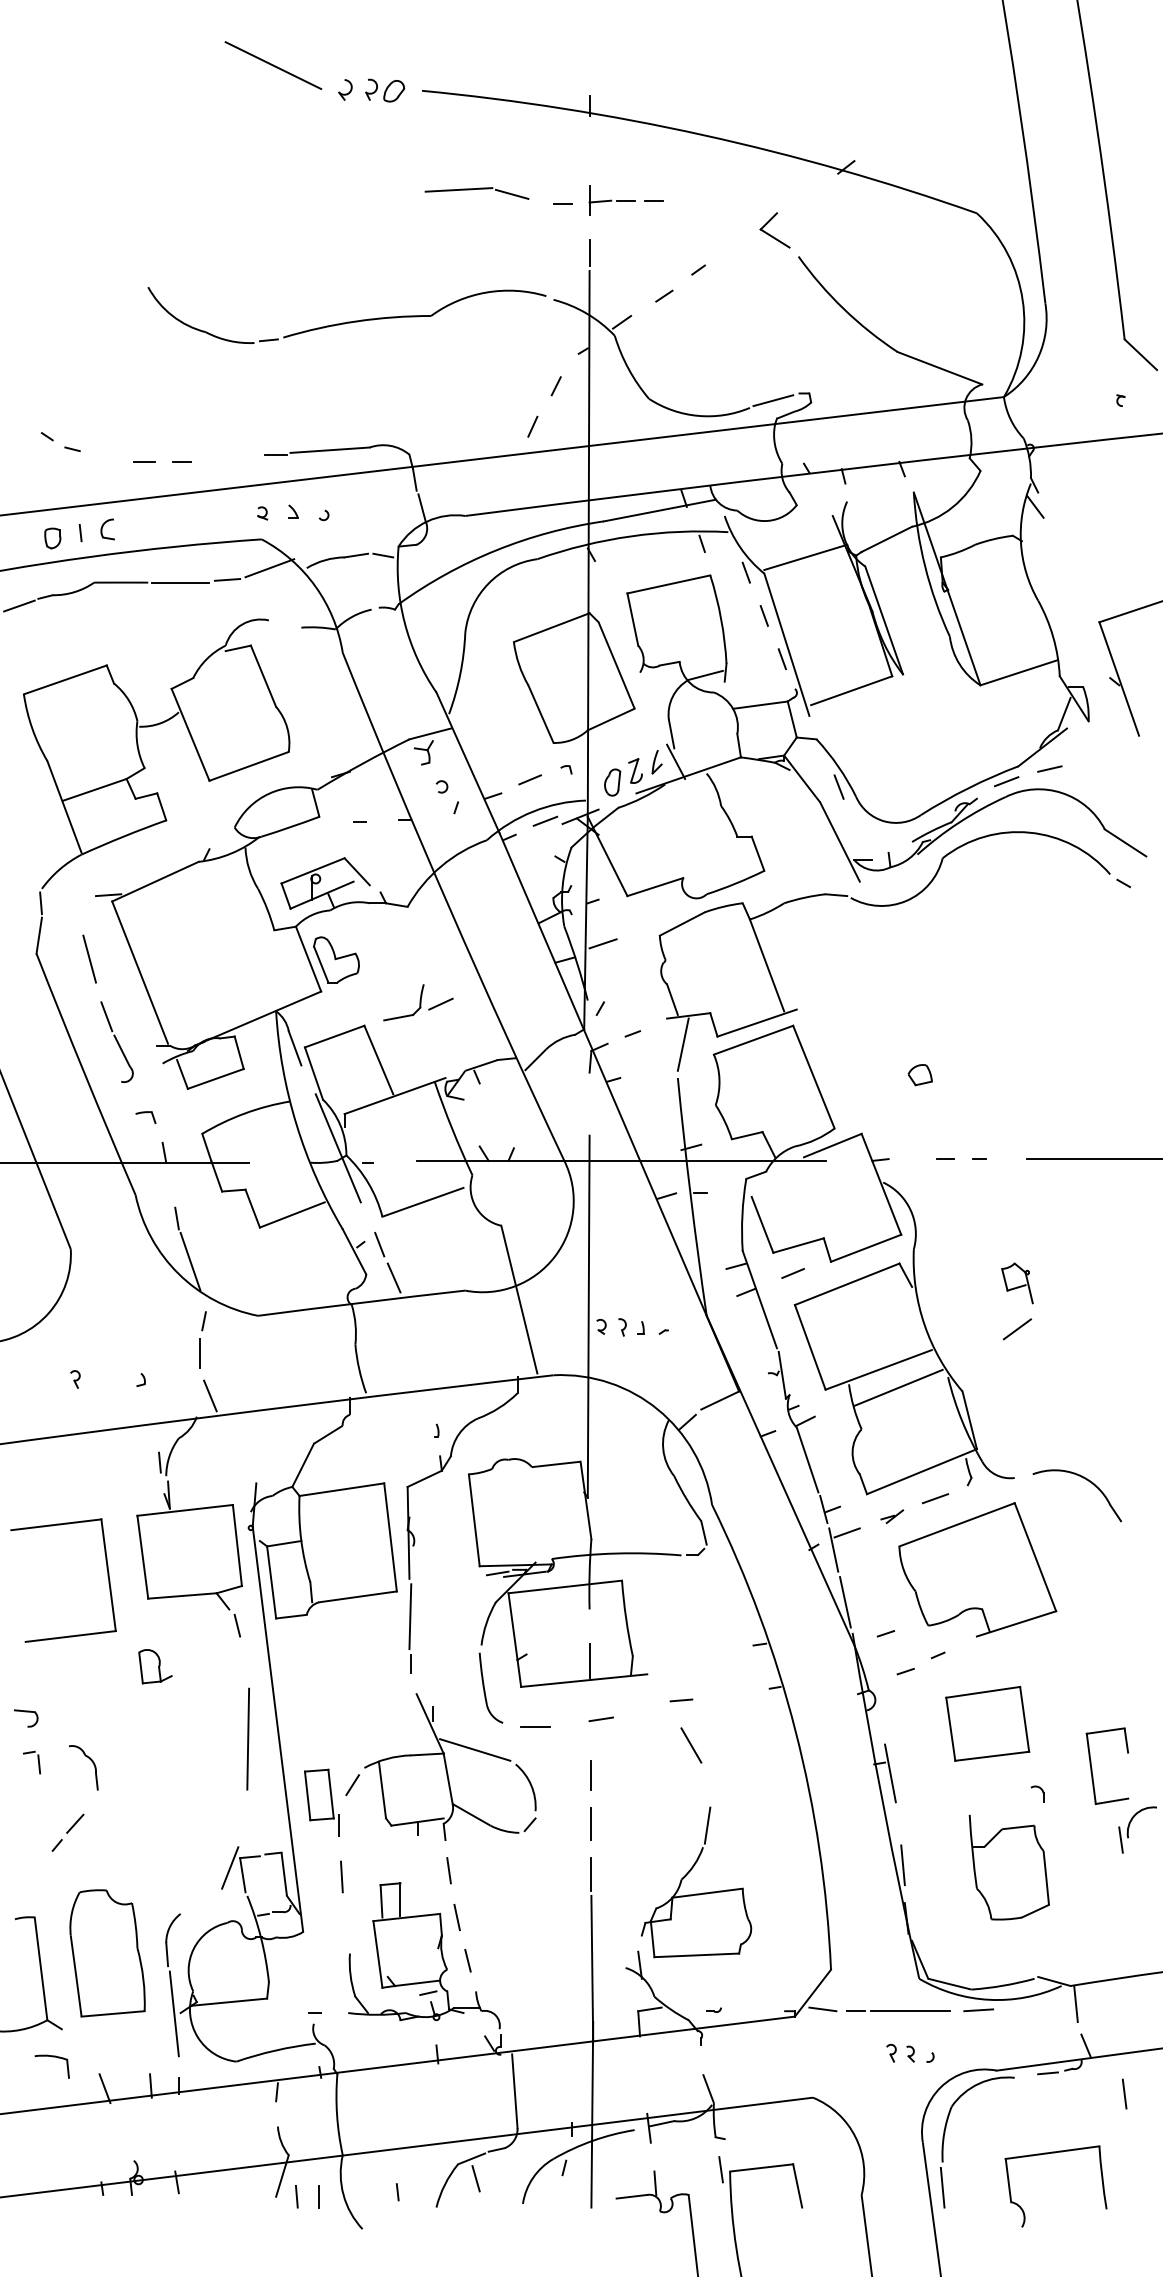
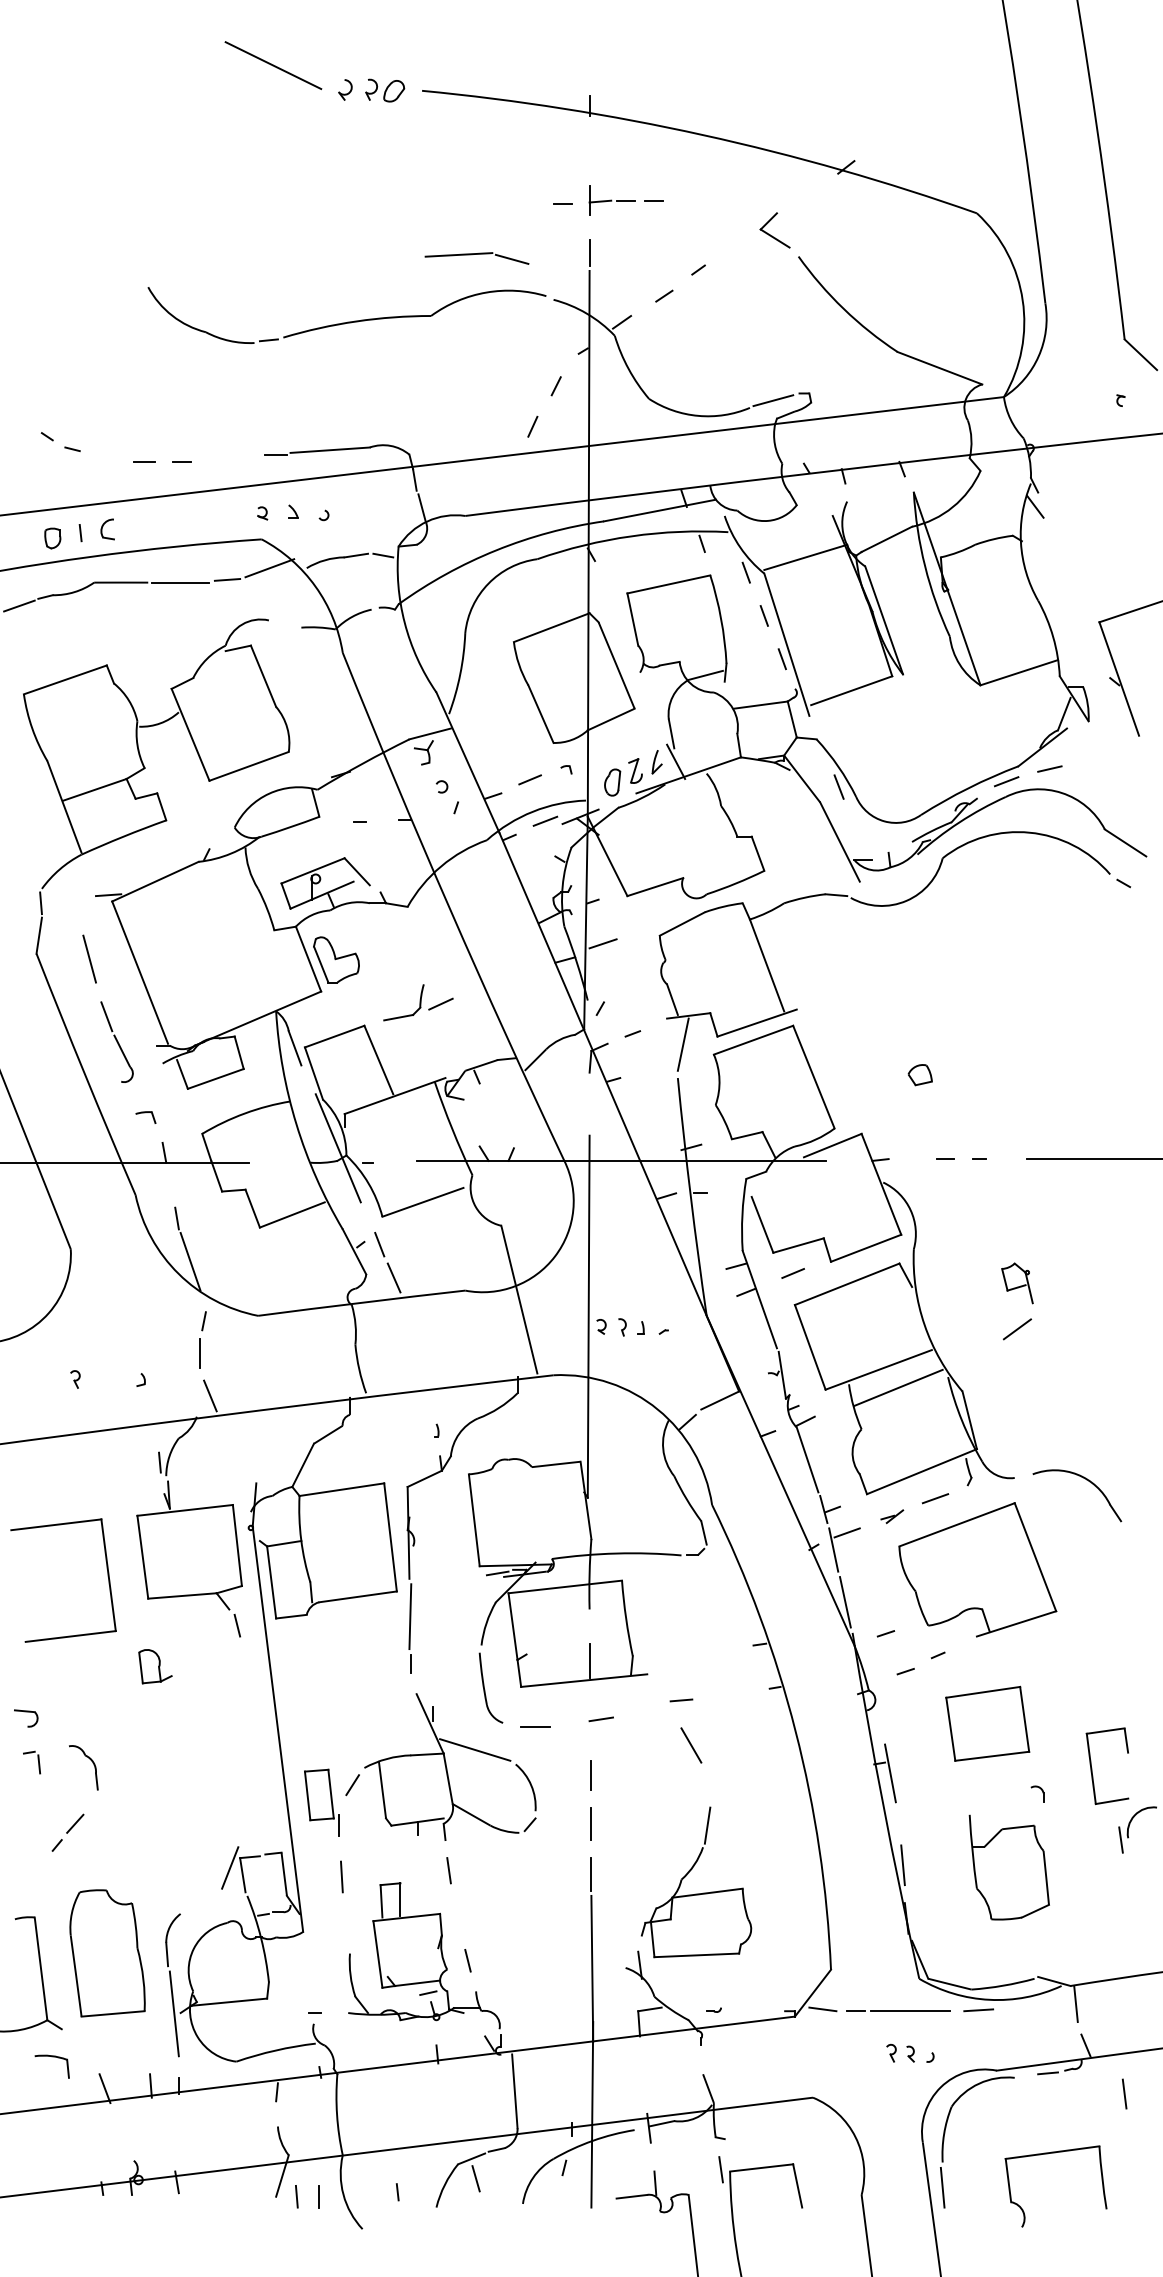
part at (476, 193) position: (476, 193) -> (476, 258)
line at (248, 1738): present -> none
line at (456, 1917): present -> none
